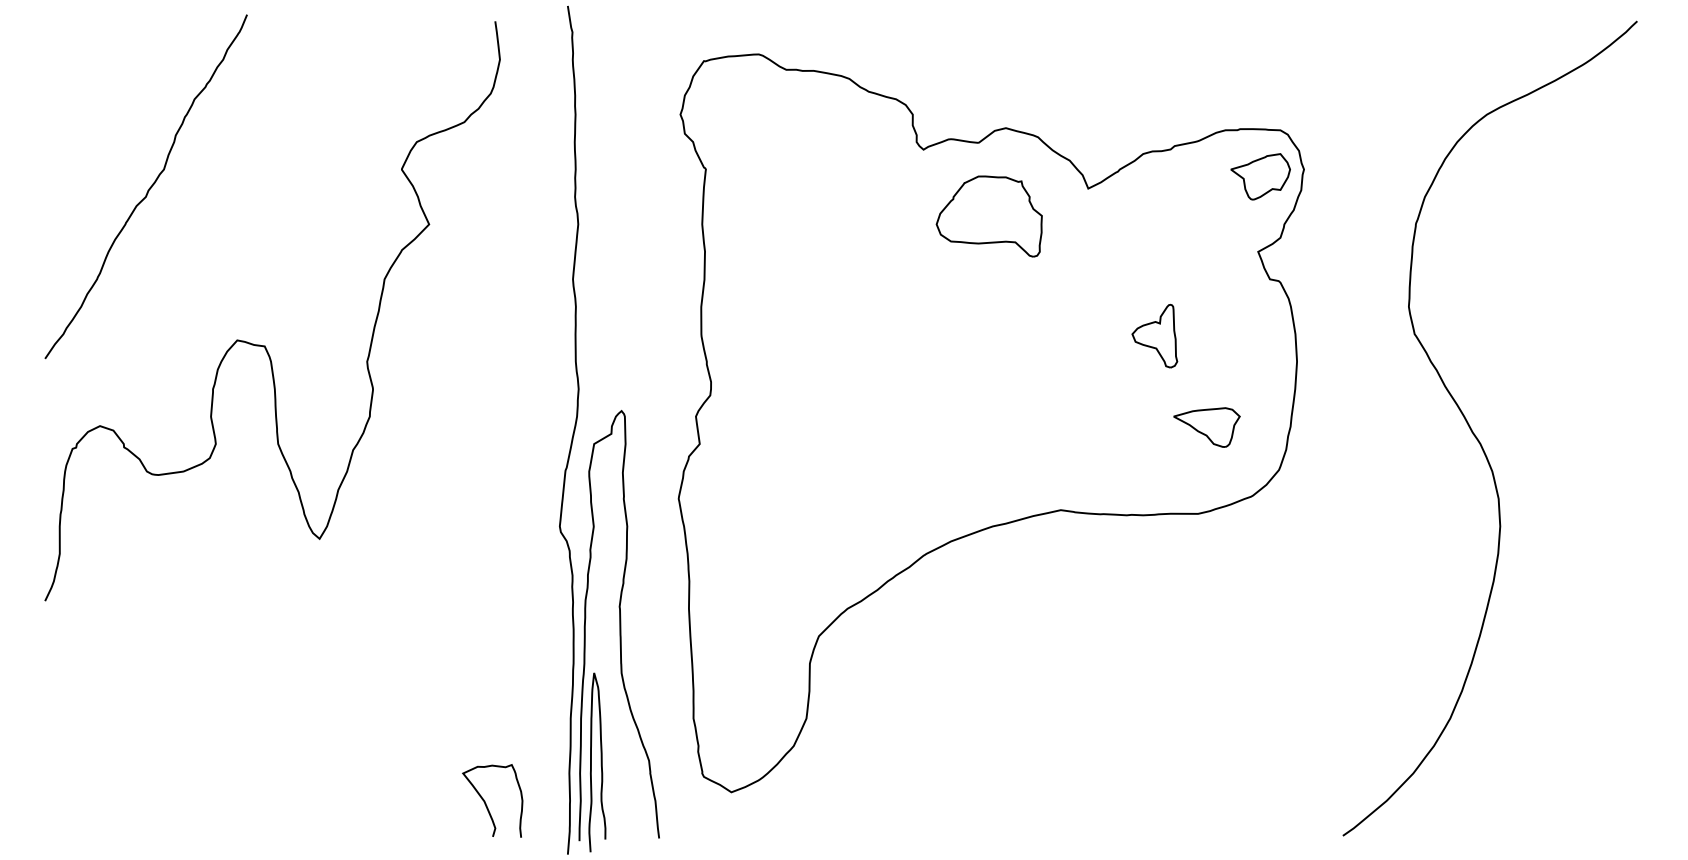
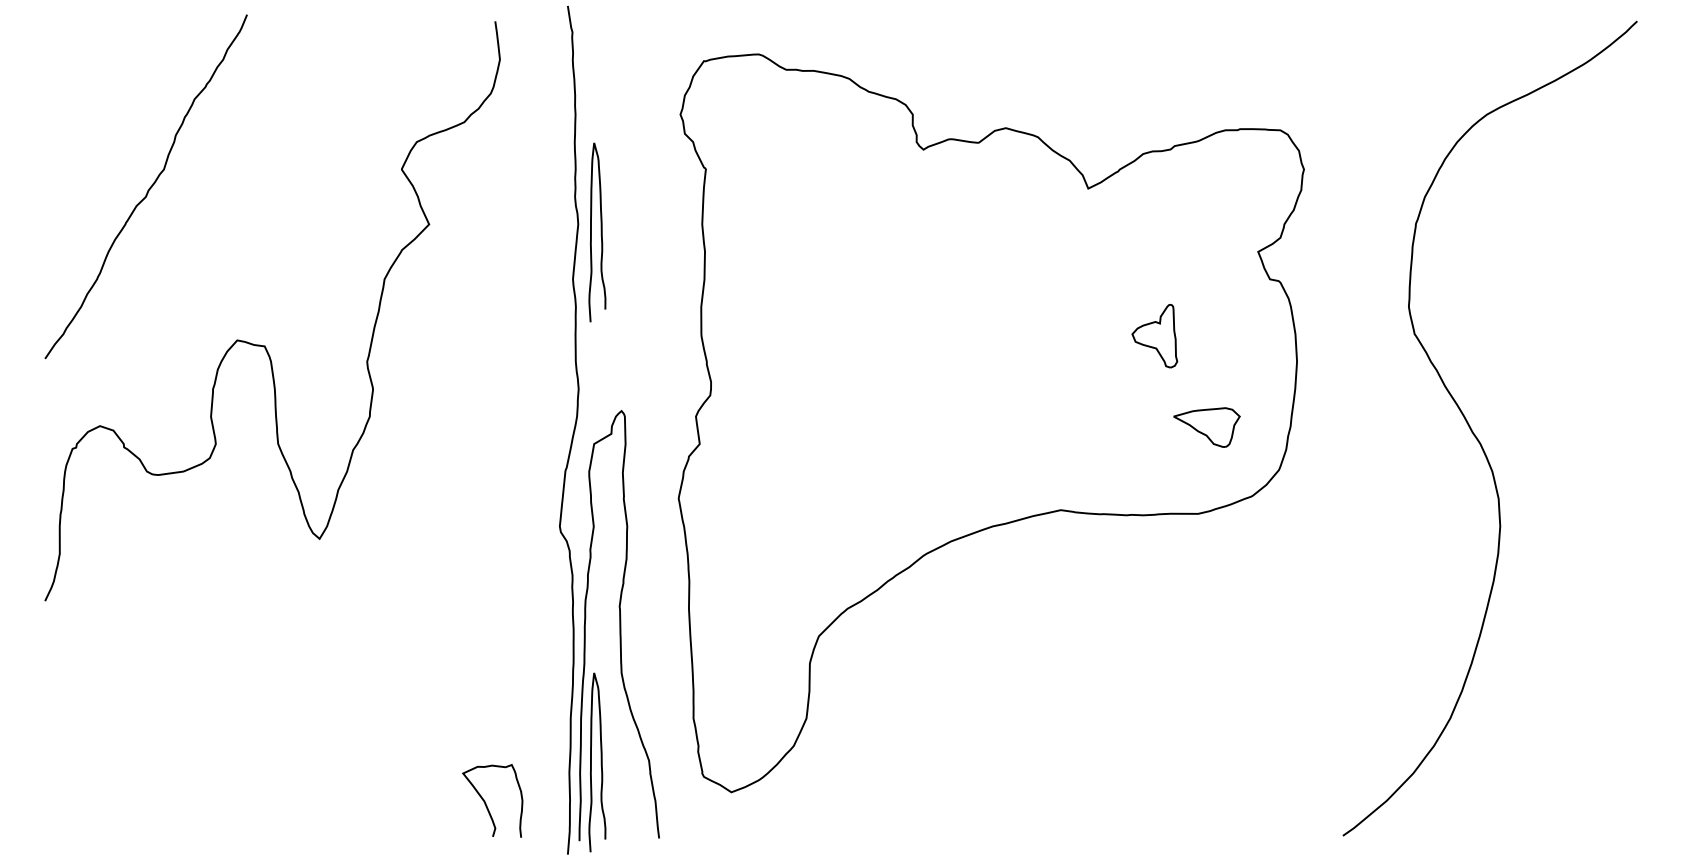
part at (1260, 176): present -> none
part at (988, 216): present -> none
curve at (600, 232): none -> present
